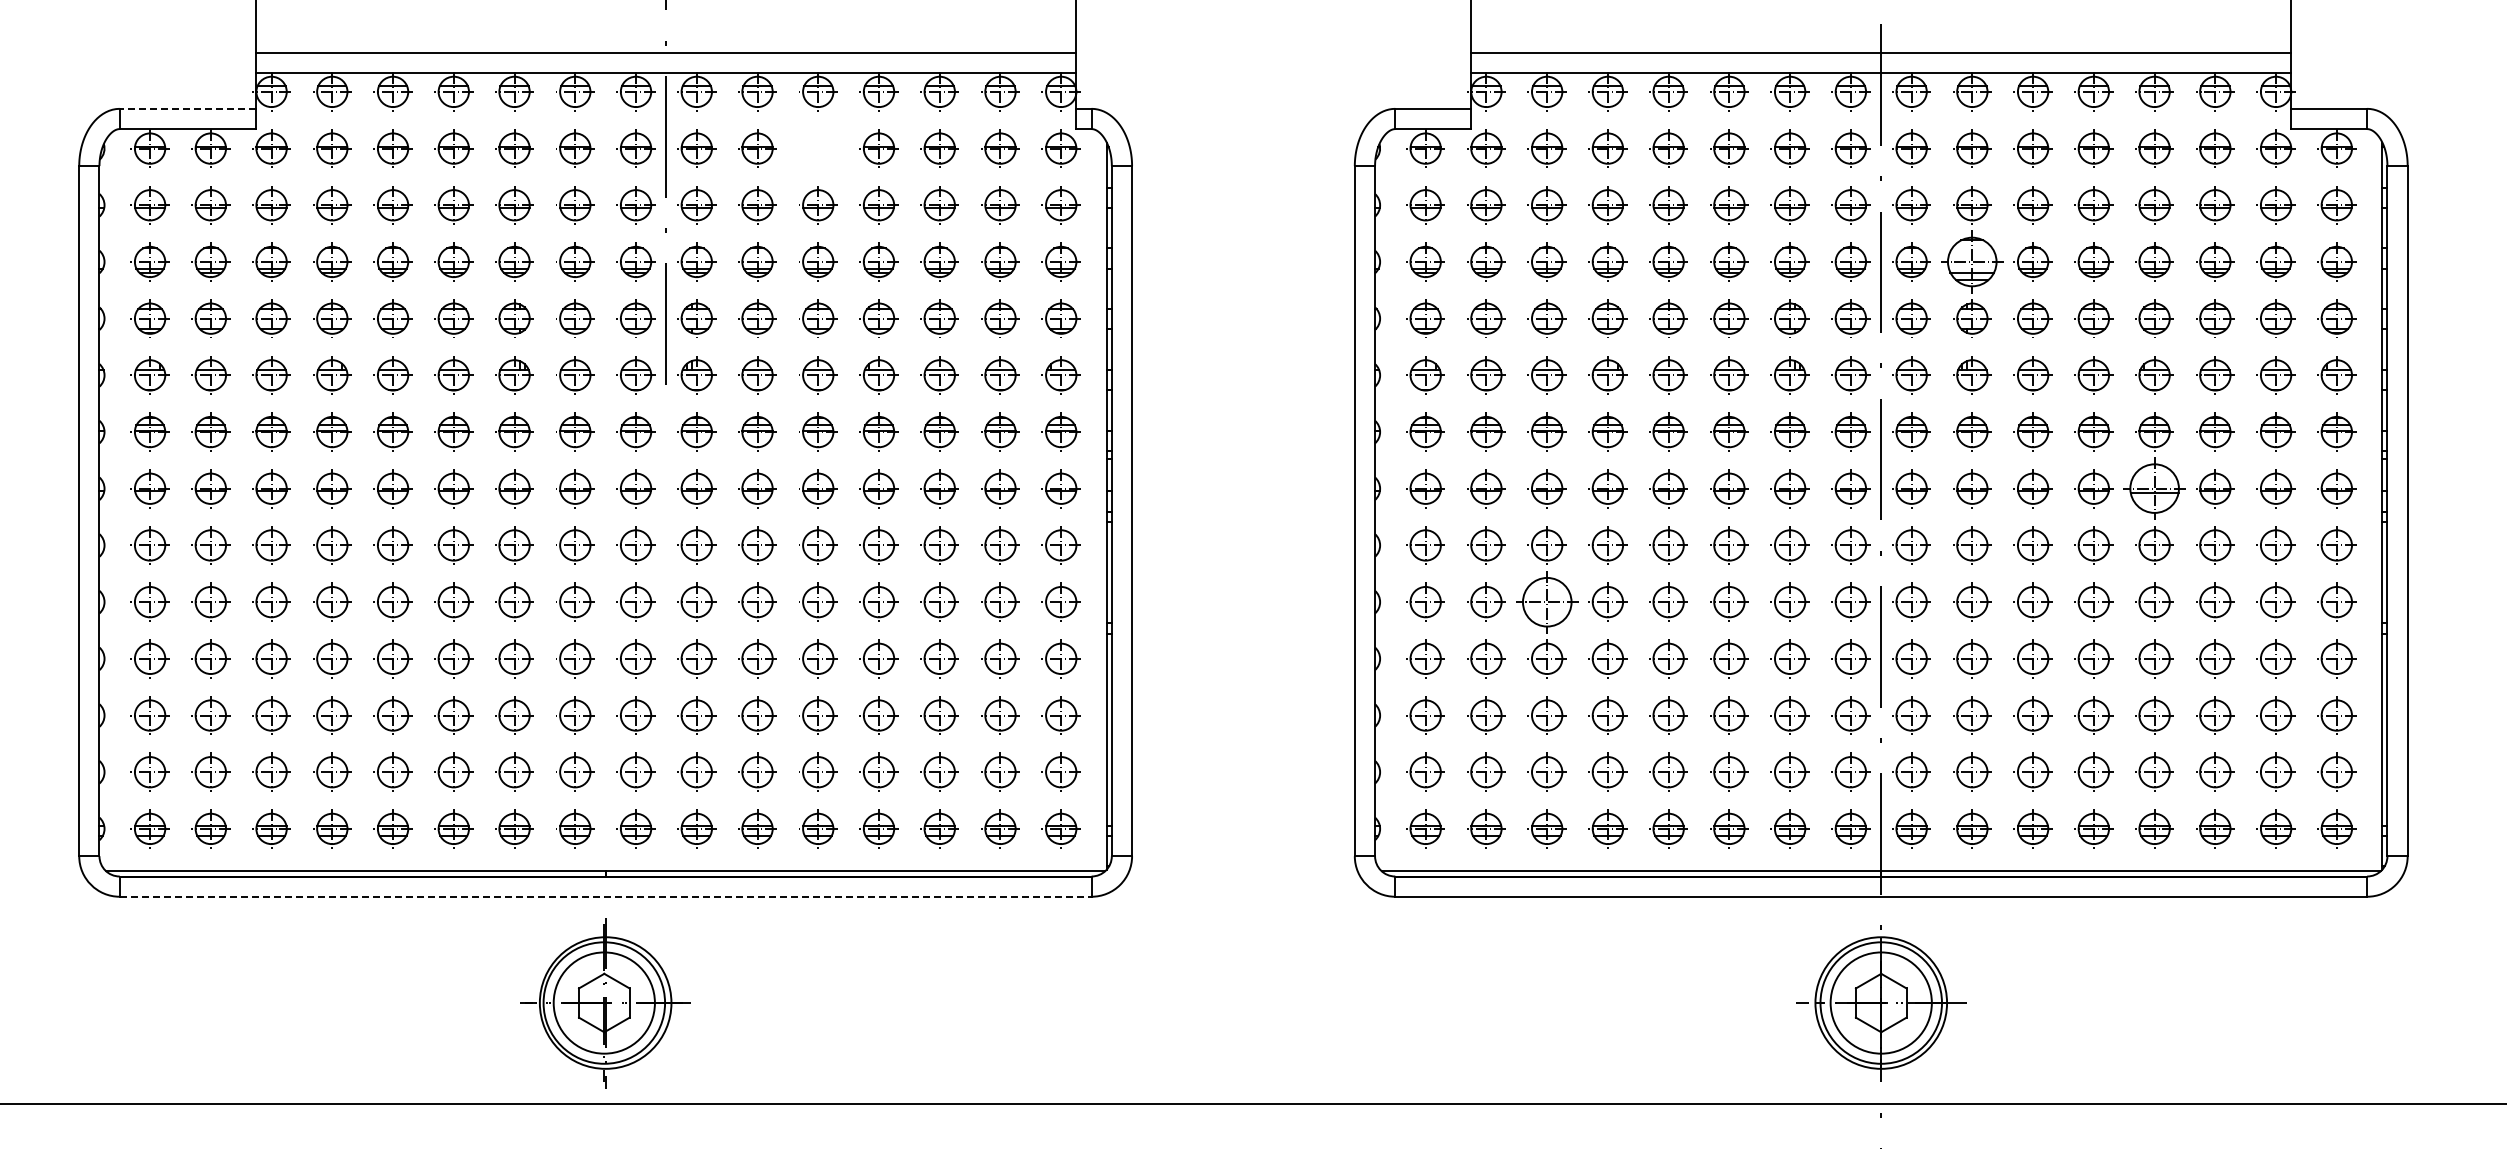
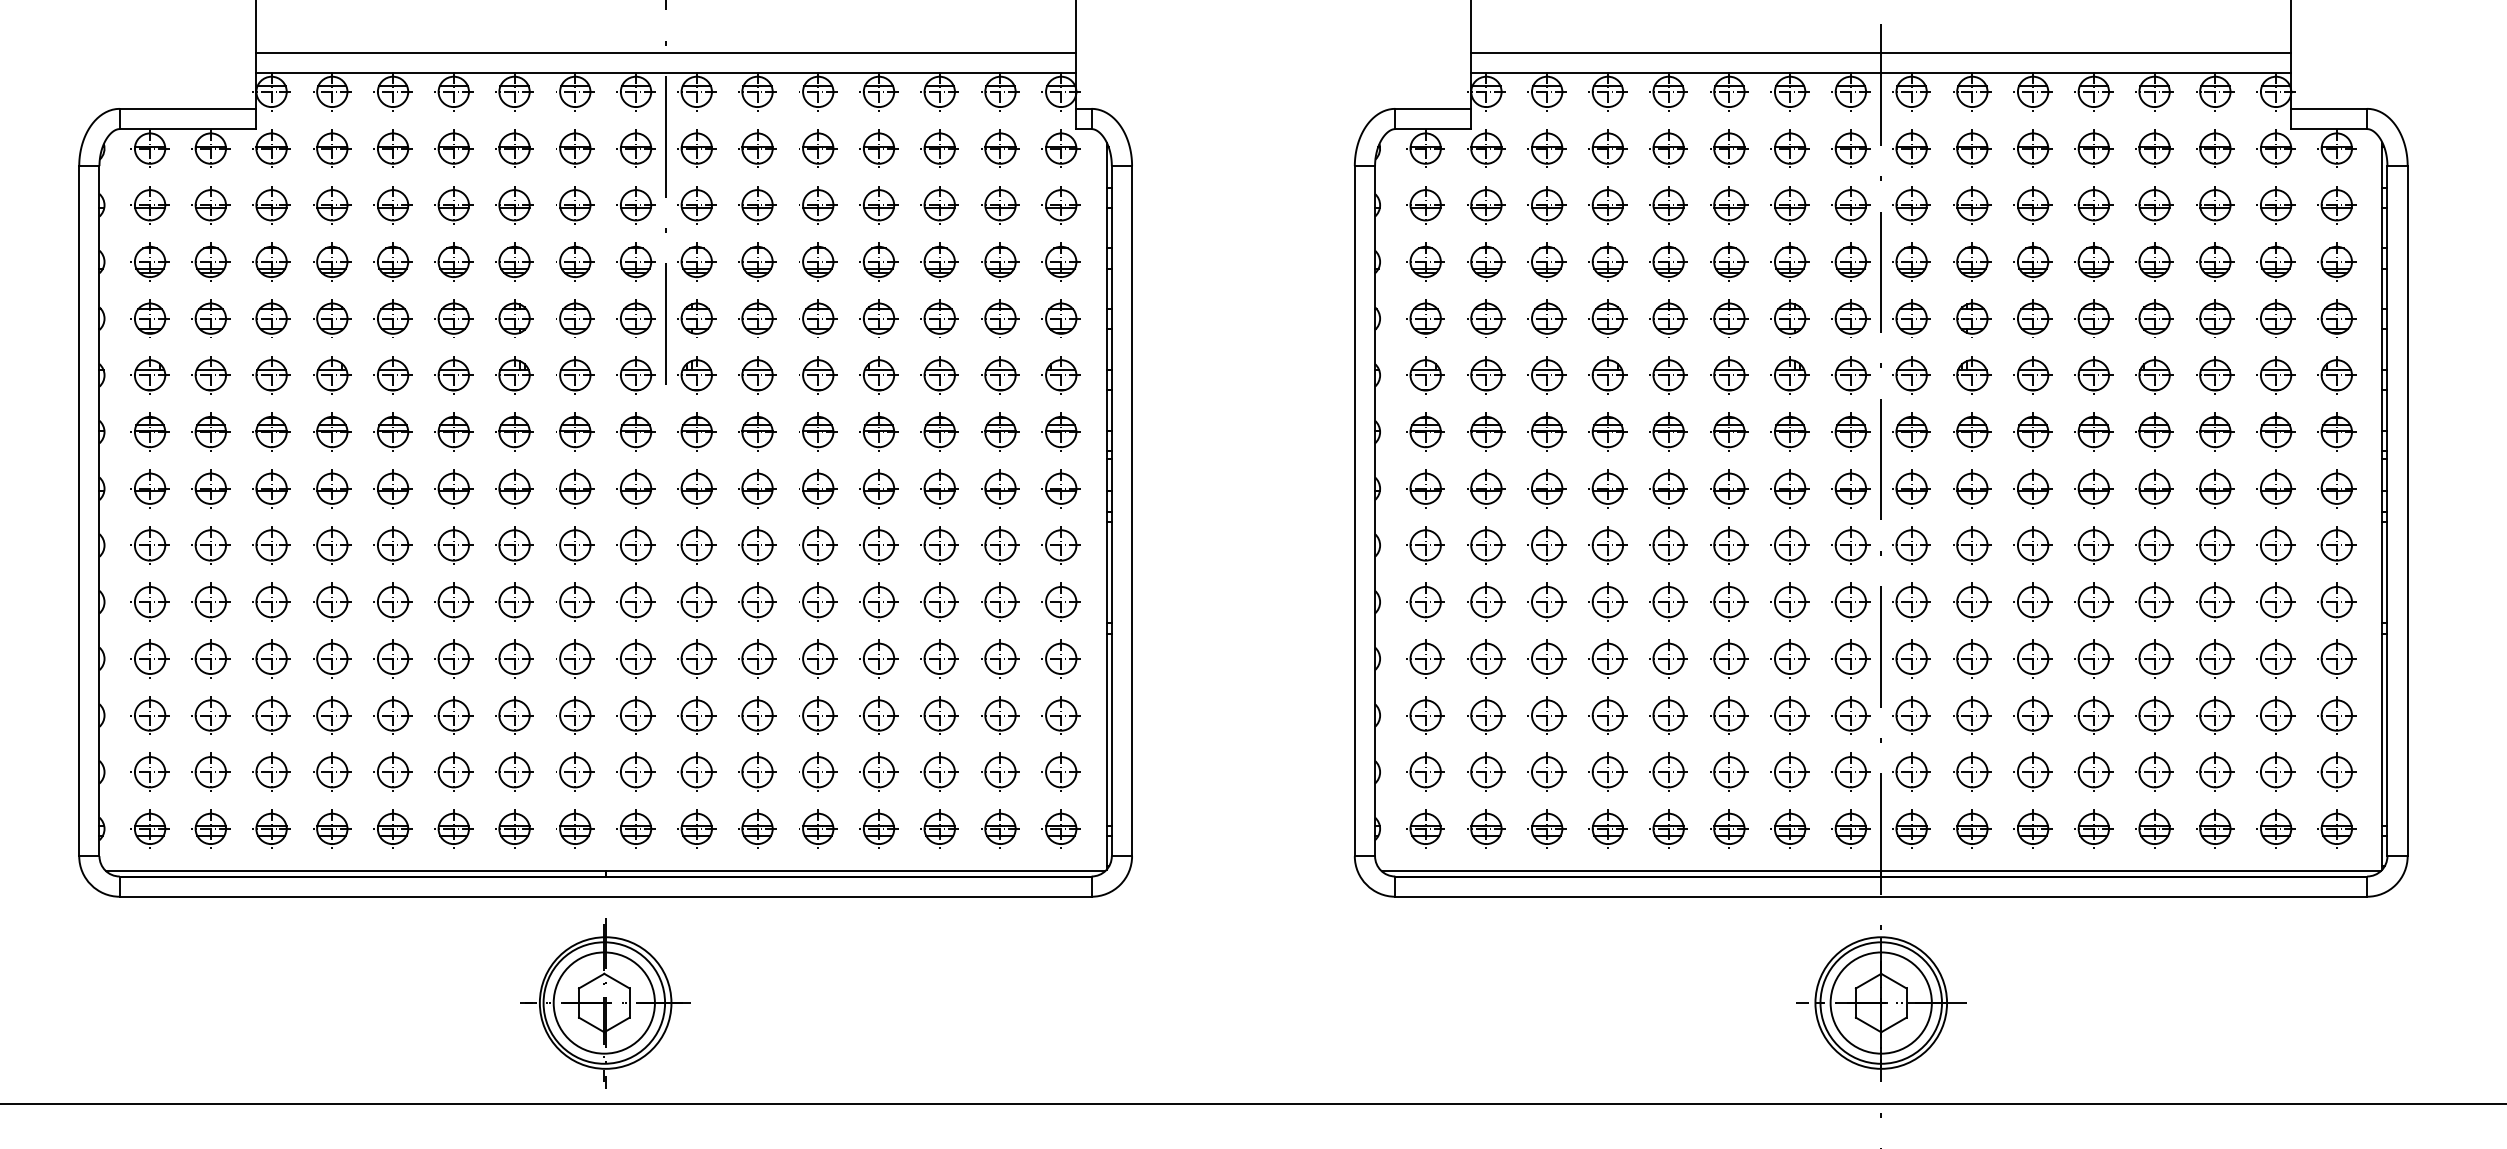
line at (187, 108): dashed -> solid
part at (818, 148): none -> present
part at (1972, 261) size: 63x64 px -> 39x40 px
part at (2154, 488) size: 63x63 px -> 39x40 px
part at (1547, 602) size: 63x63 px -> 40x40 px
line at (605, 896): dashed -> solid
